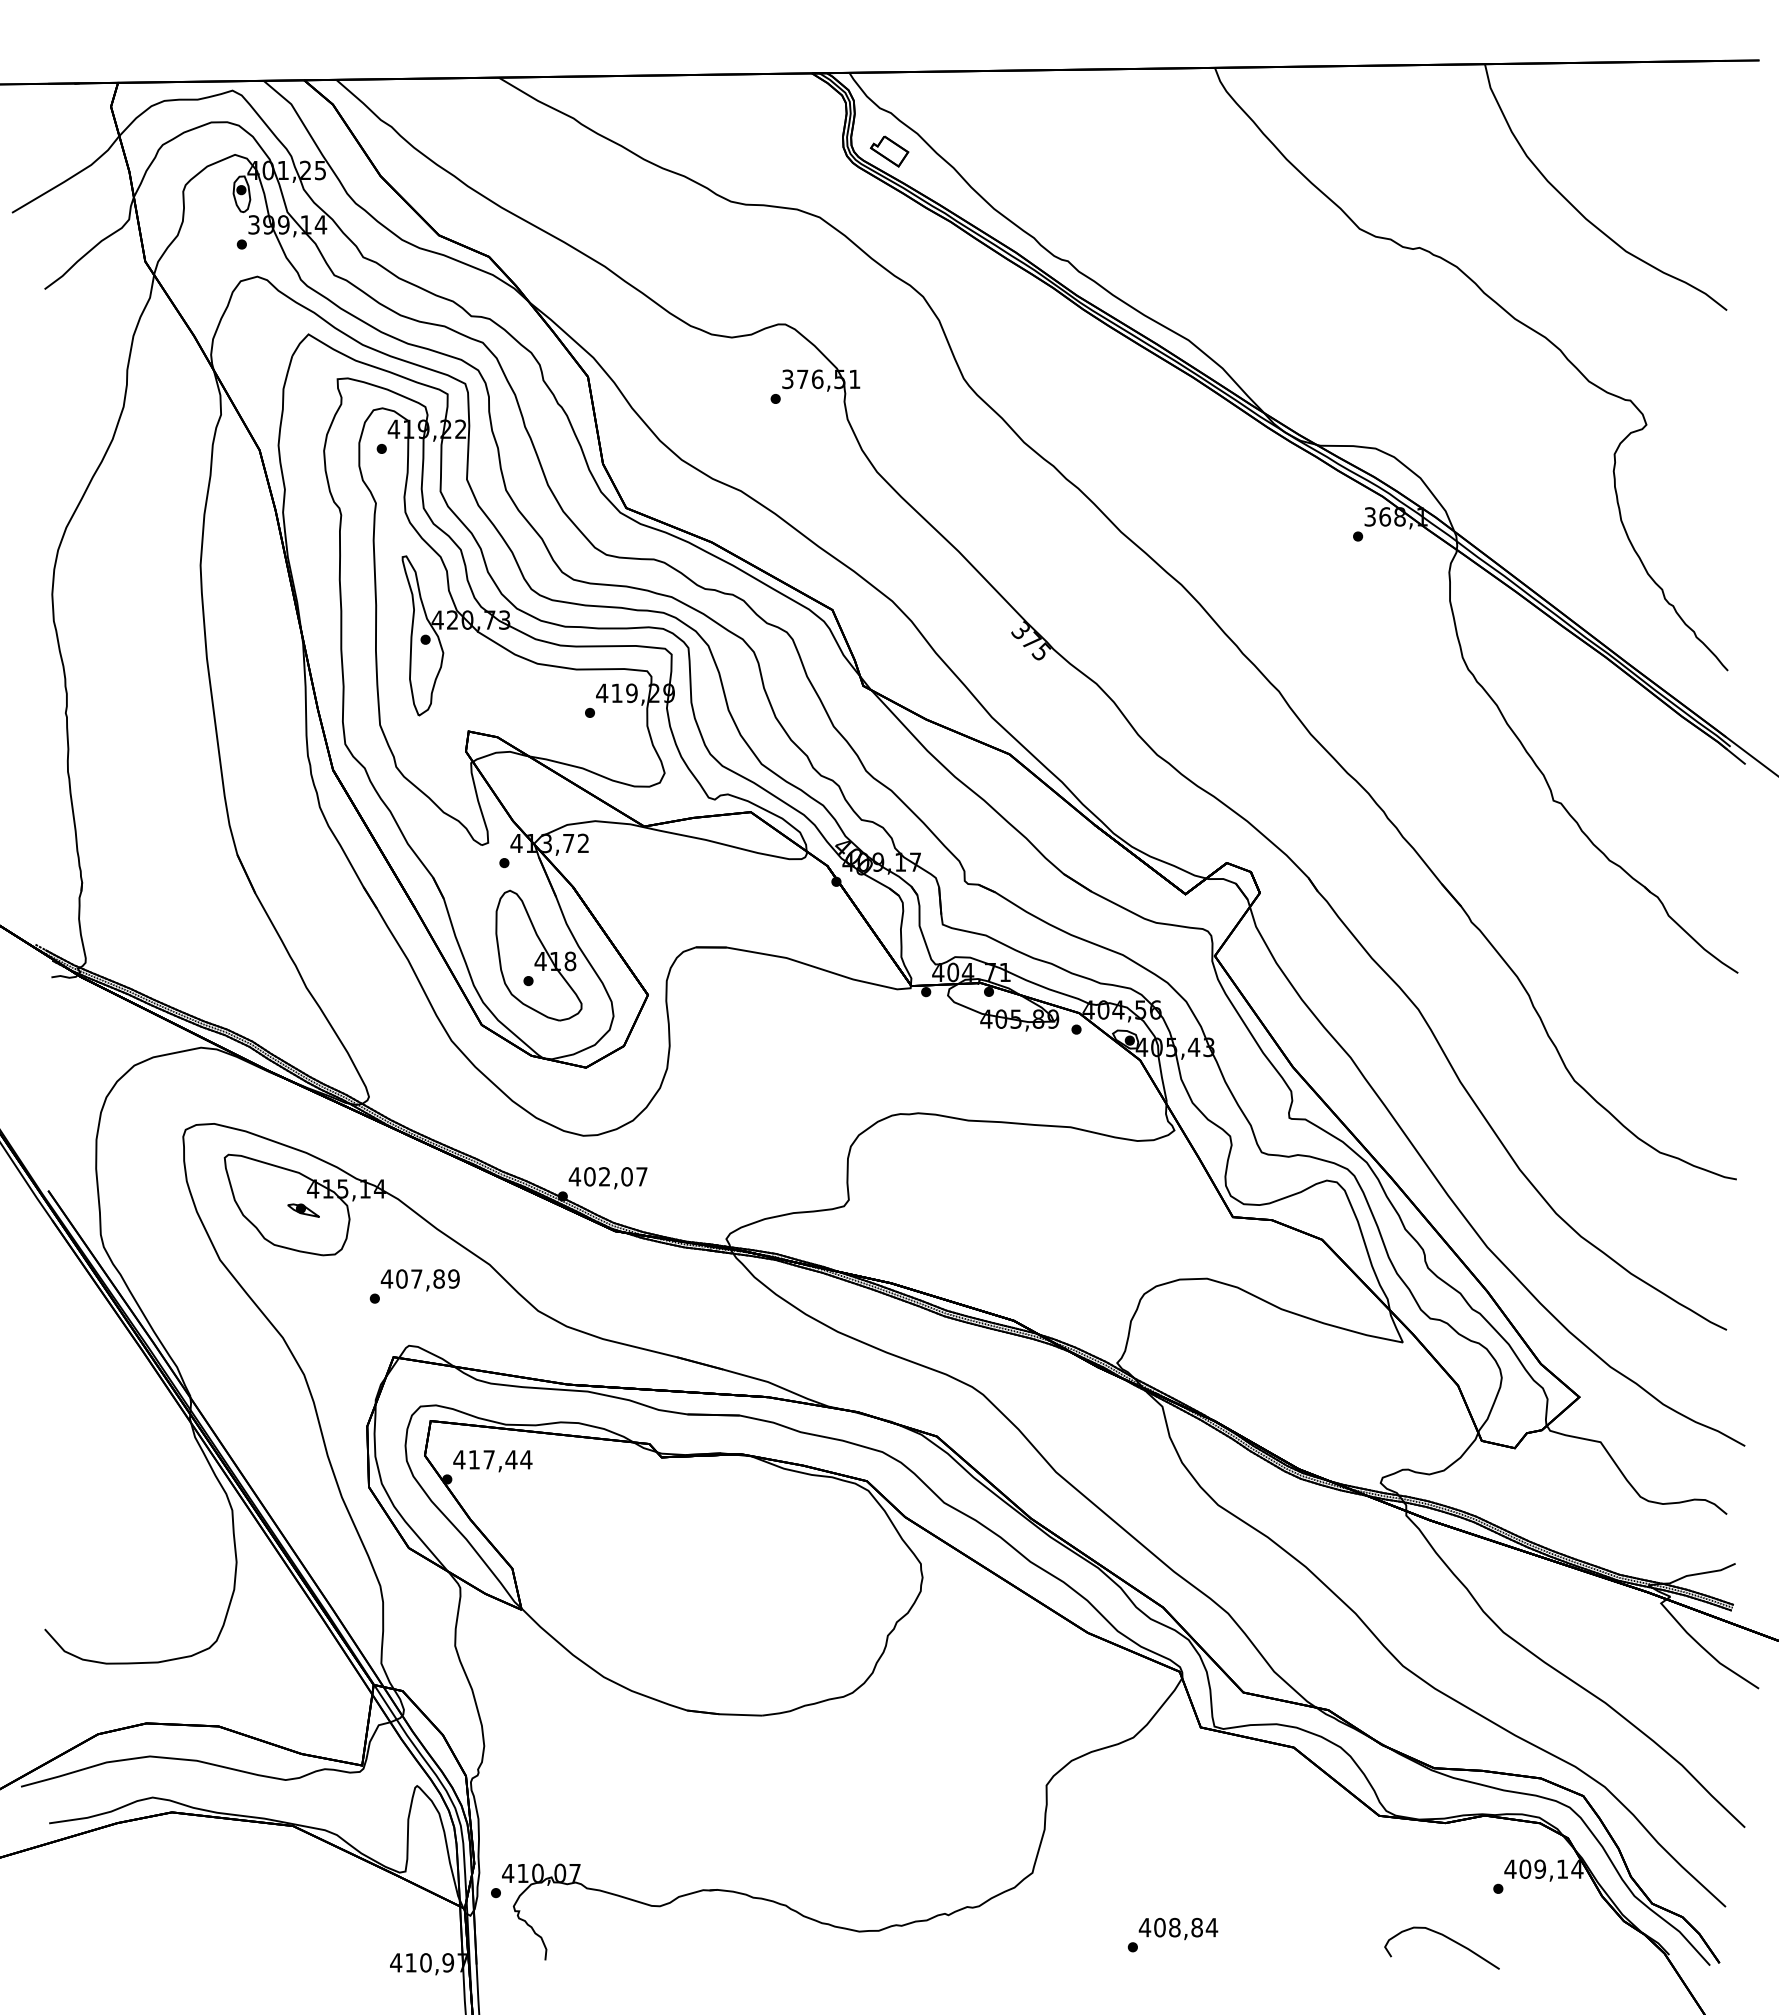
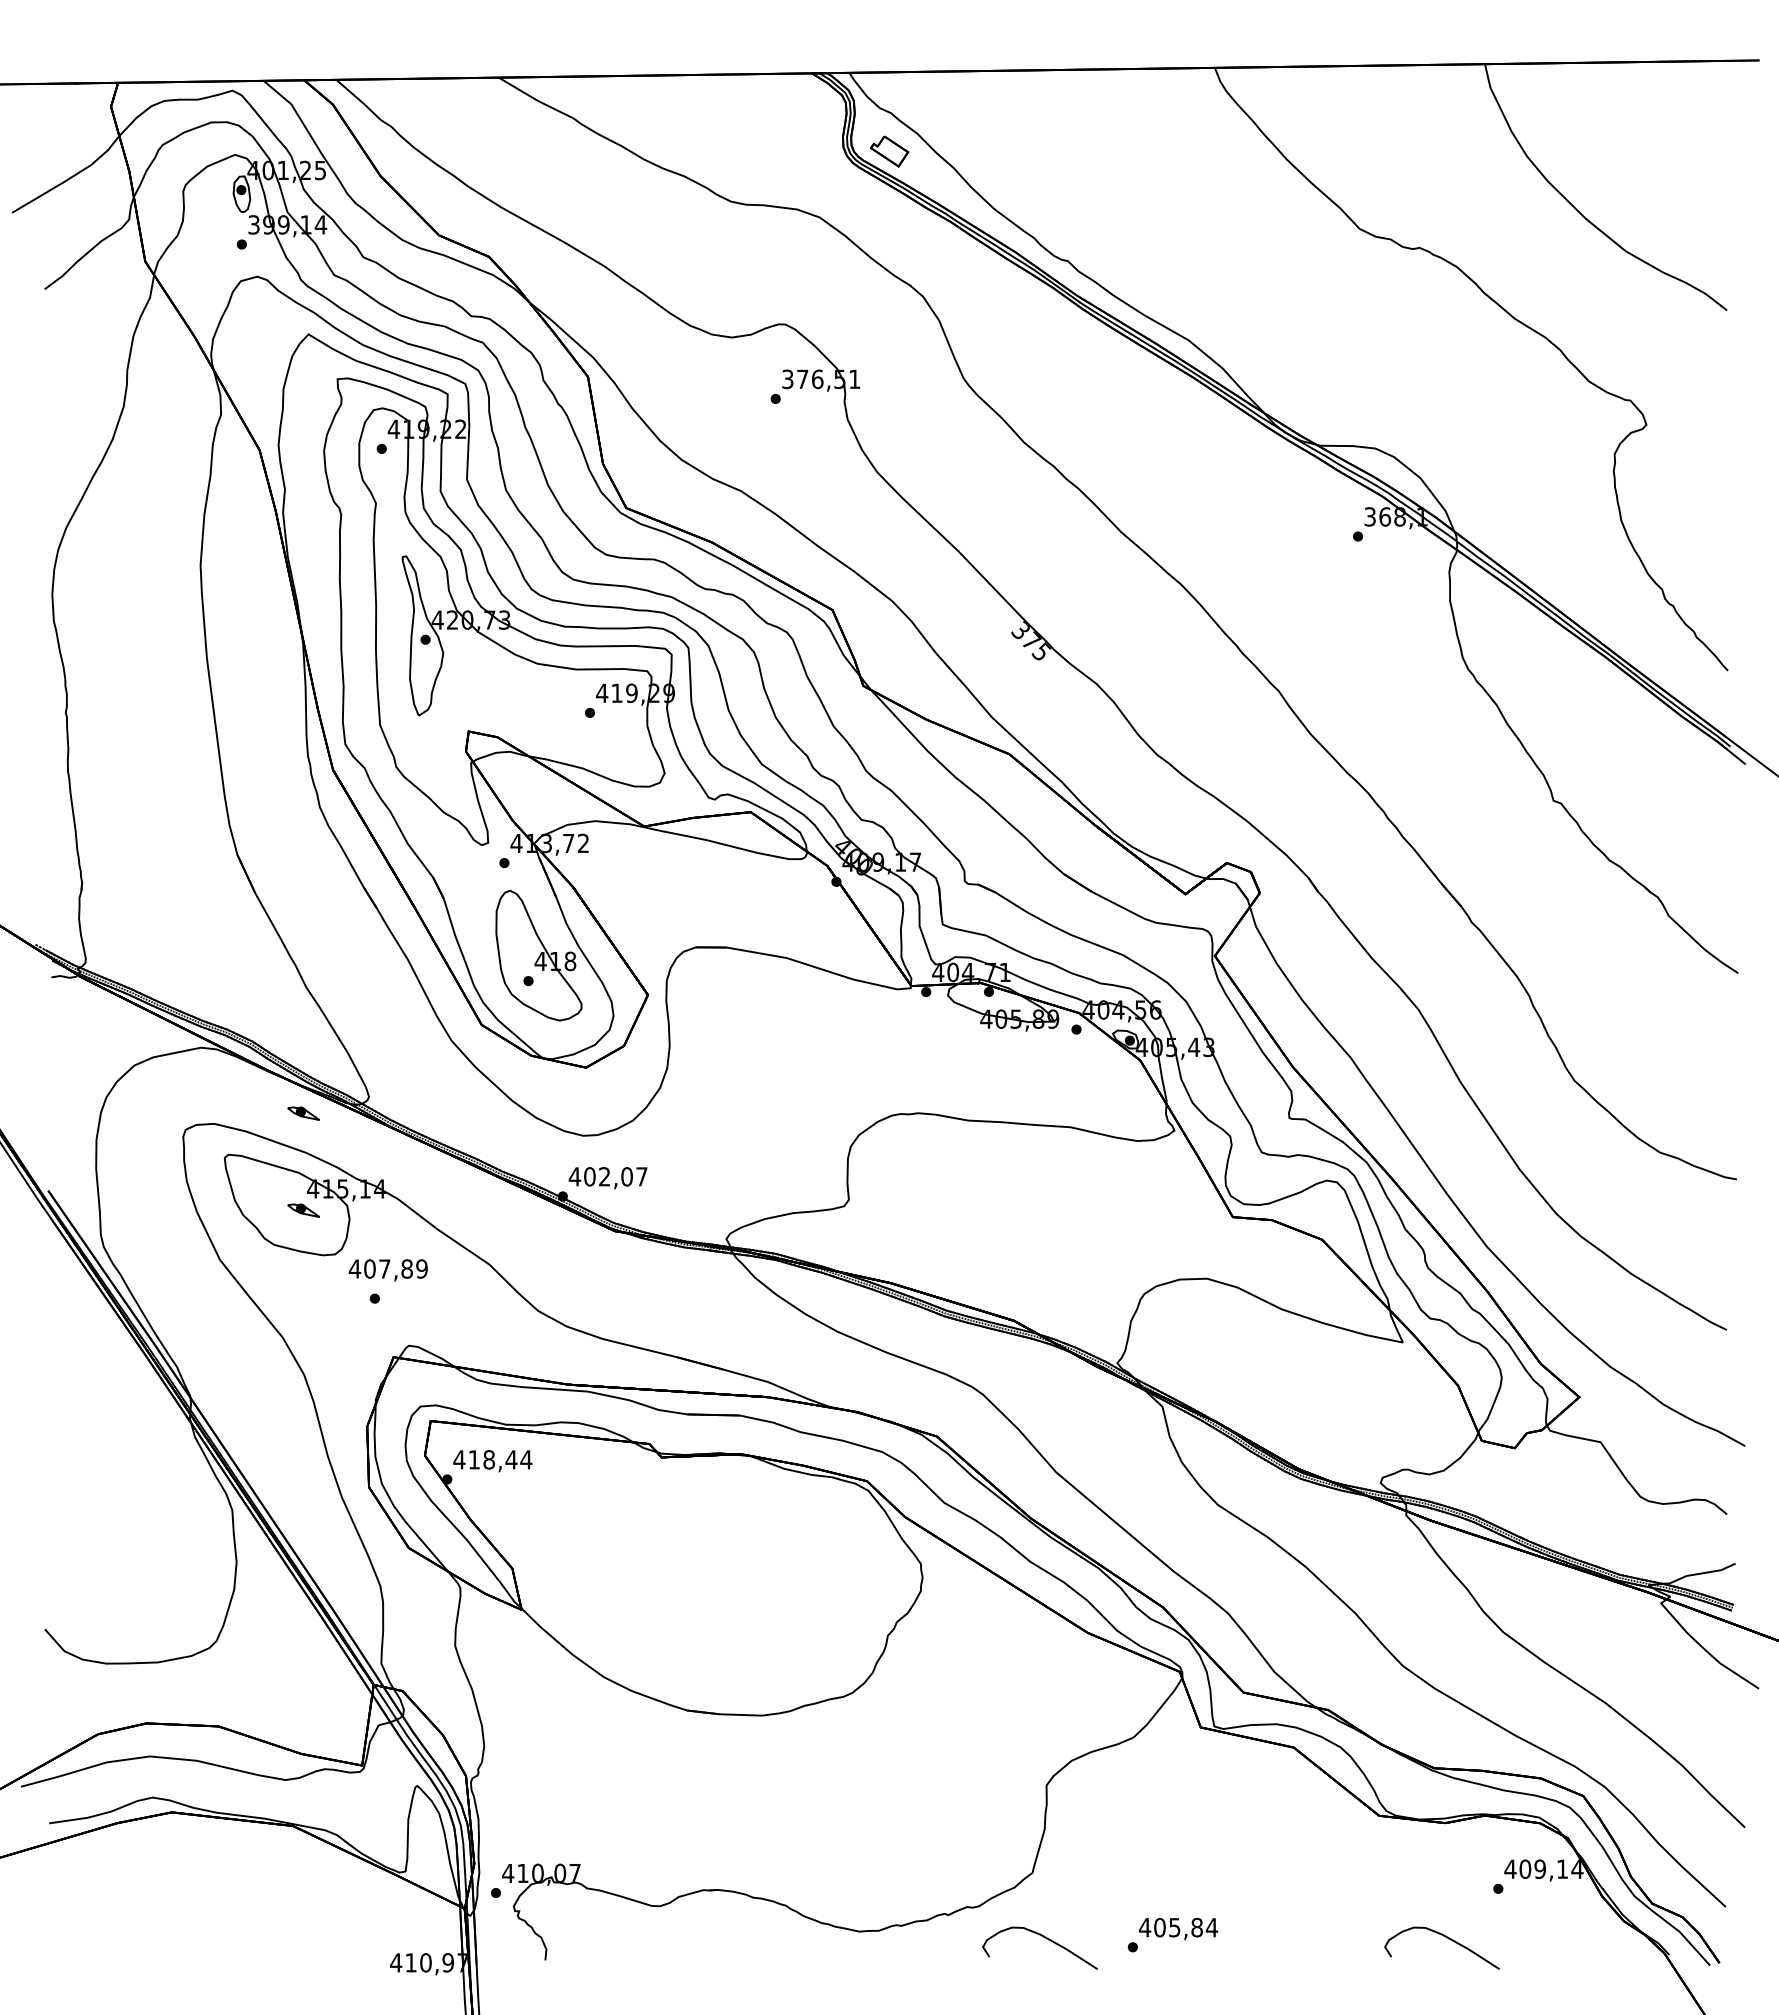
part at (303, 1113): none -> present
text at (419, 1280) position: (419, 1280) -> (387, 1270)
text at (488, 1459): 417,44 -> 418,44
text at (1174, 1927): 408,84 -> 405,84
curve at (1046, 1939): none -> present
